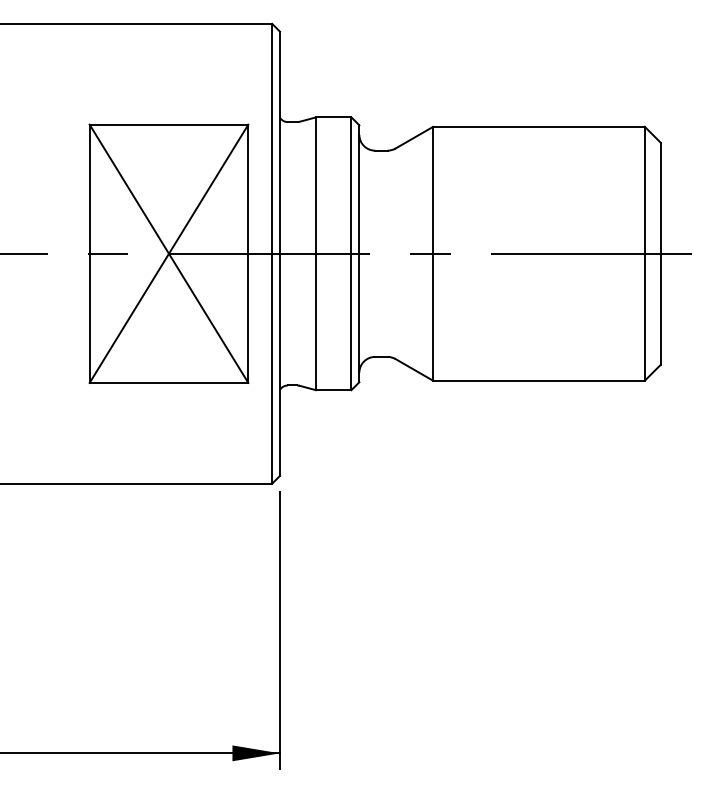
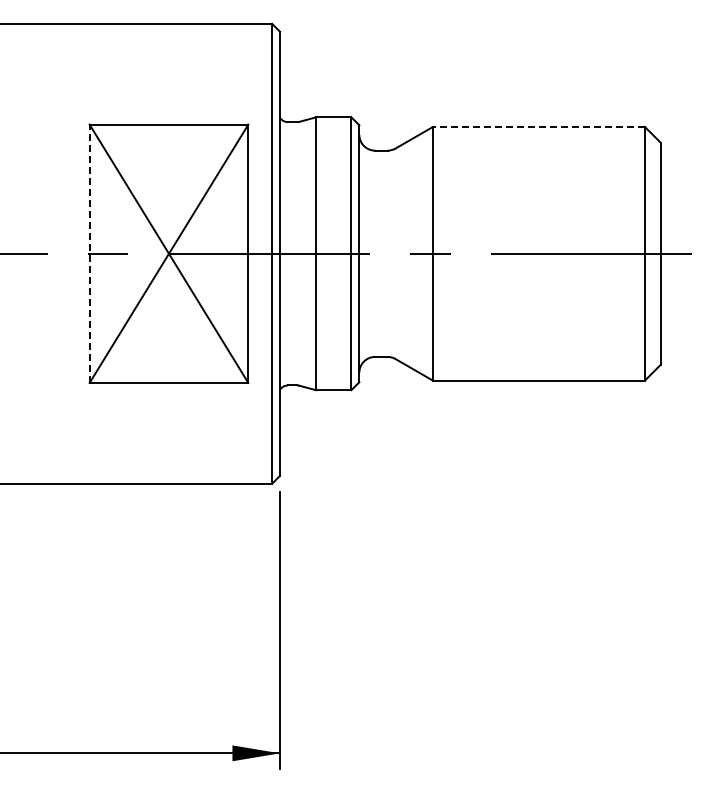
line at (538, 126): solid -> dashed
line at (89, 253): solid -> dashed
